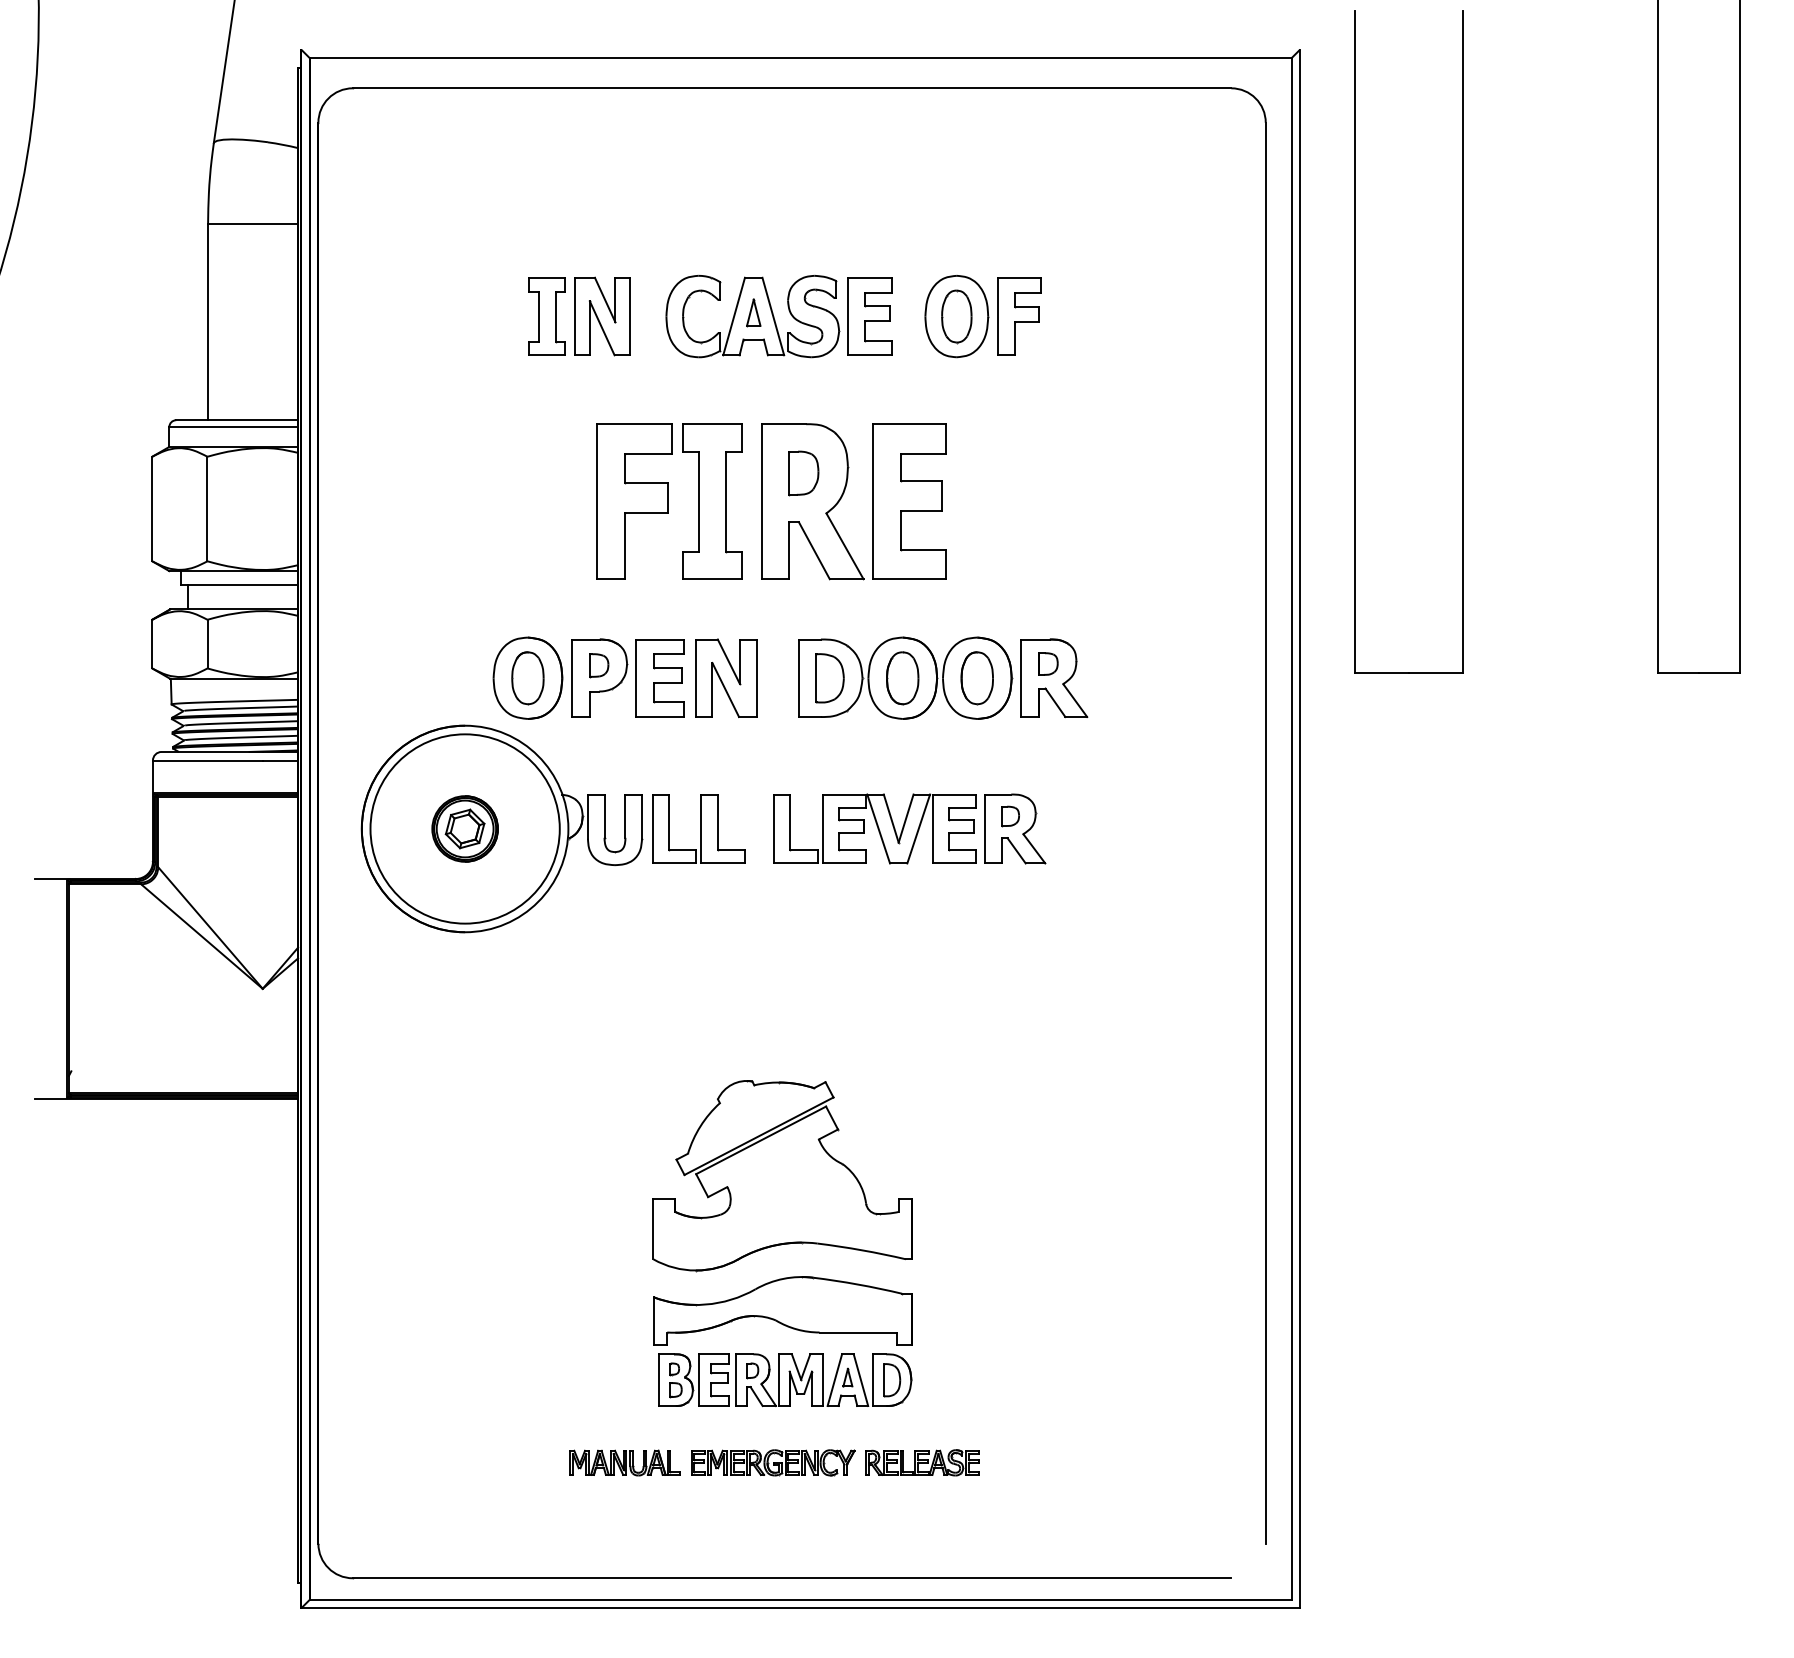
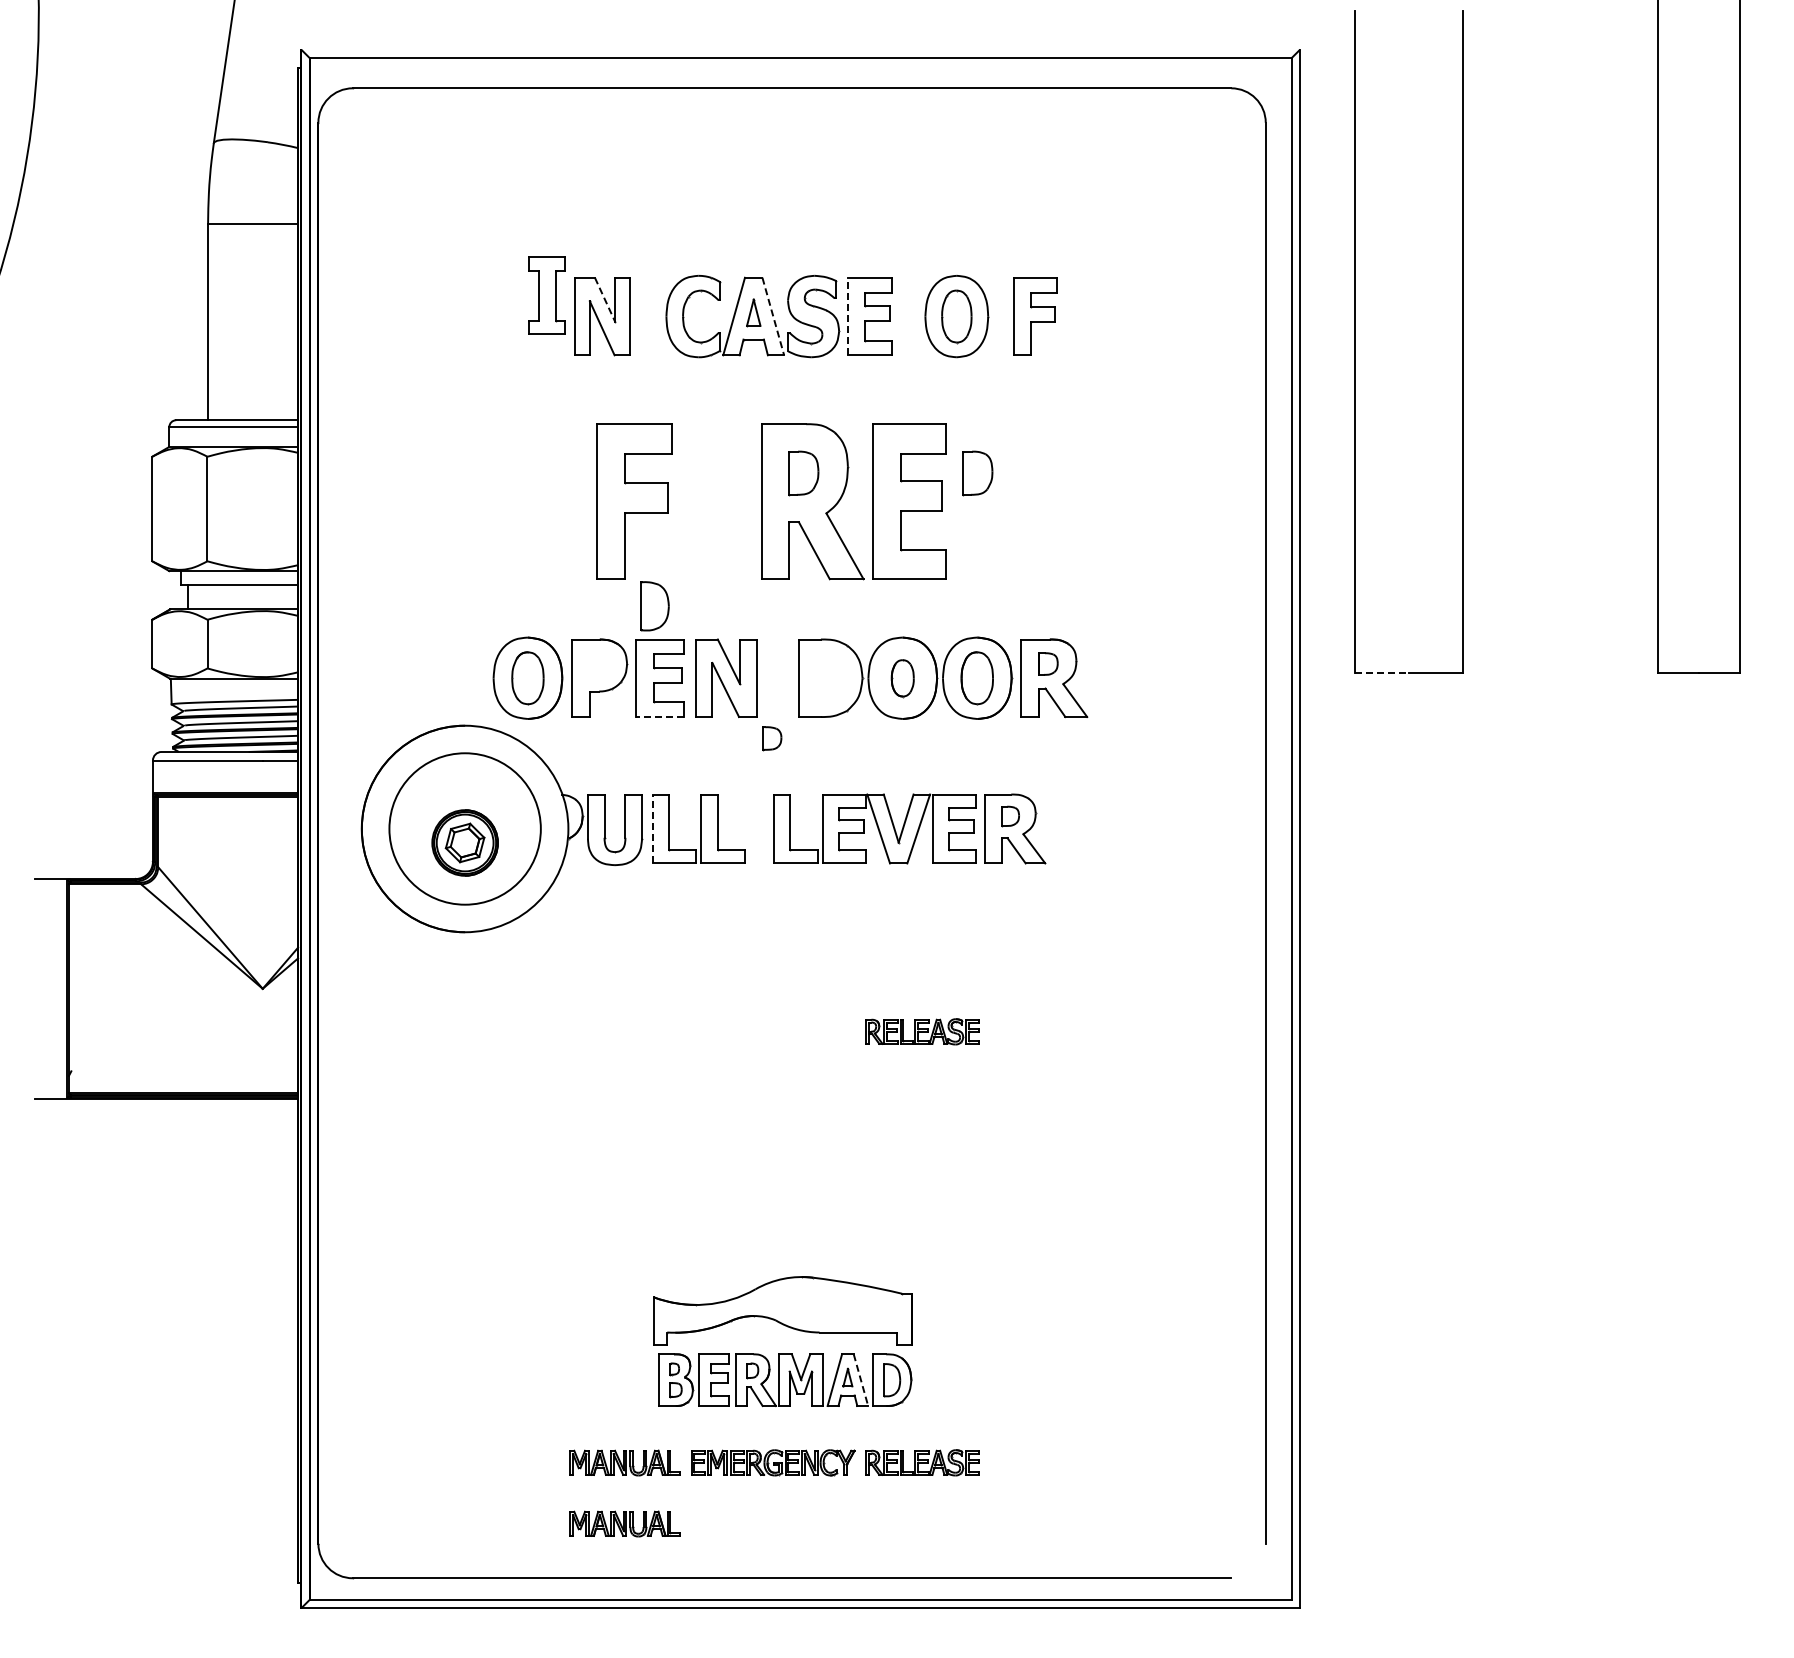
line at (605, 300): solid -> dashed
part at (546, 316) position: (546, 316) -> (546, 295)
line at (847, 316): solid -> dashed
part at (1019, 316) position: (1019, 316) -> (1035, 316)
line at (773, 317): solid -> dashed
part at (977, 473): none -> present
part at (712, 501): present -> none
part at (599, 665) position: (599, 665) -> (772, 738)
line at (1382, 672): solid -> dashed
part at (829, 678) position: (829, 678) -> (654, 606)
part at (902, 678) size: 34x55 px -> 25x40 px
line at (659, 717): solid -> dashed
circle at (464, 828) diameter: 189 px -> 151 px
part at (464, 828) position: (464, 828) -> (464, 842)
line at (652, 828): solid -> dashed
part at (922, 1031): none -> present
part at (782, 1176): present -> none
line at (860, 1380): solid -> dashed
part at (624, 1523): none -> present
